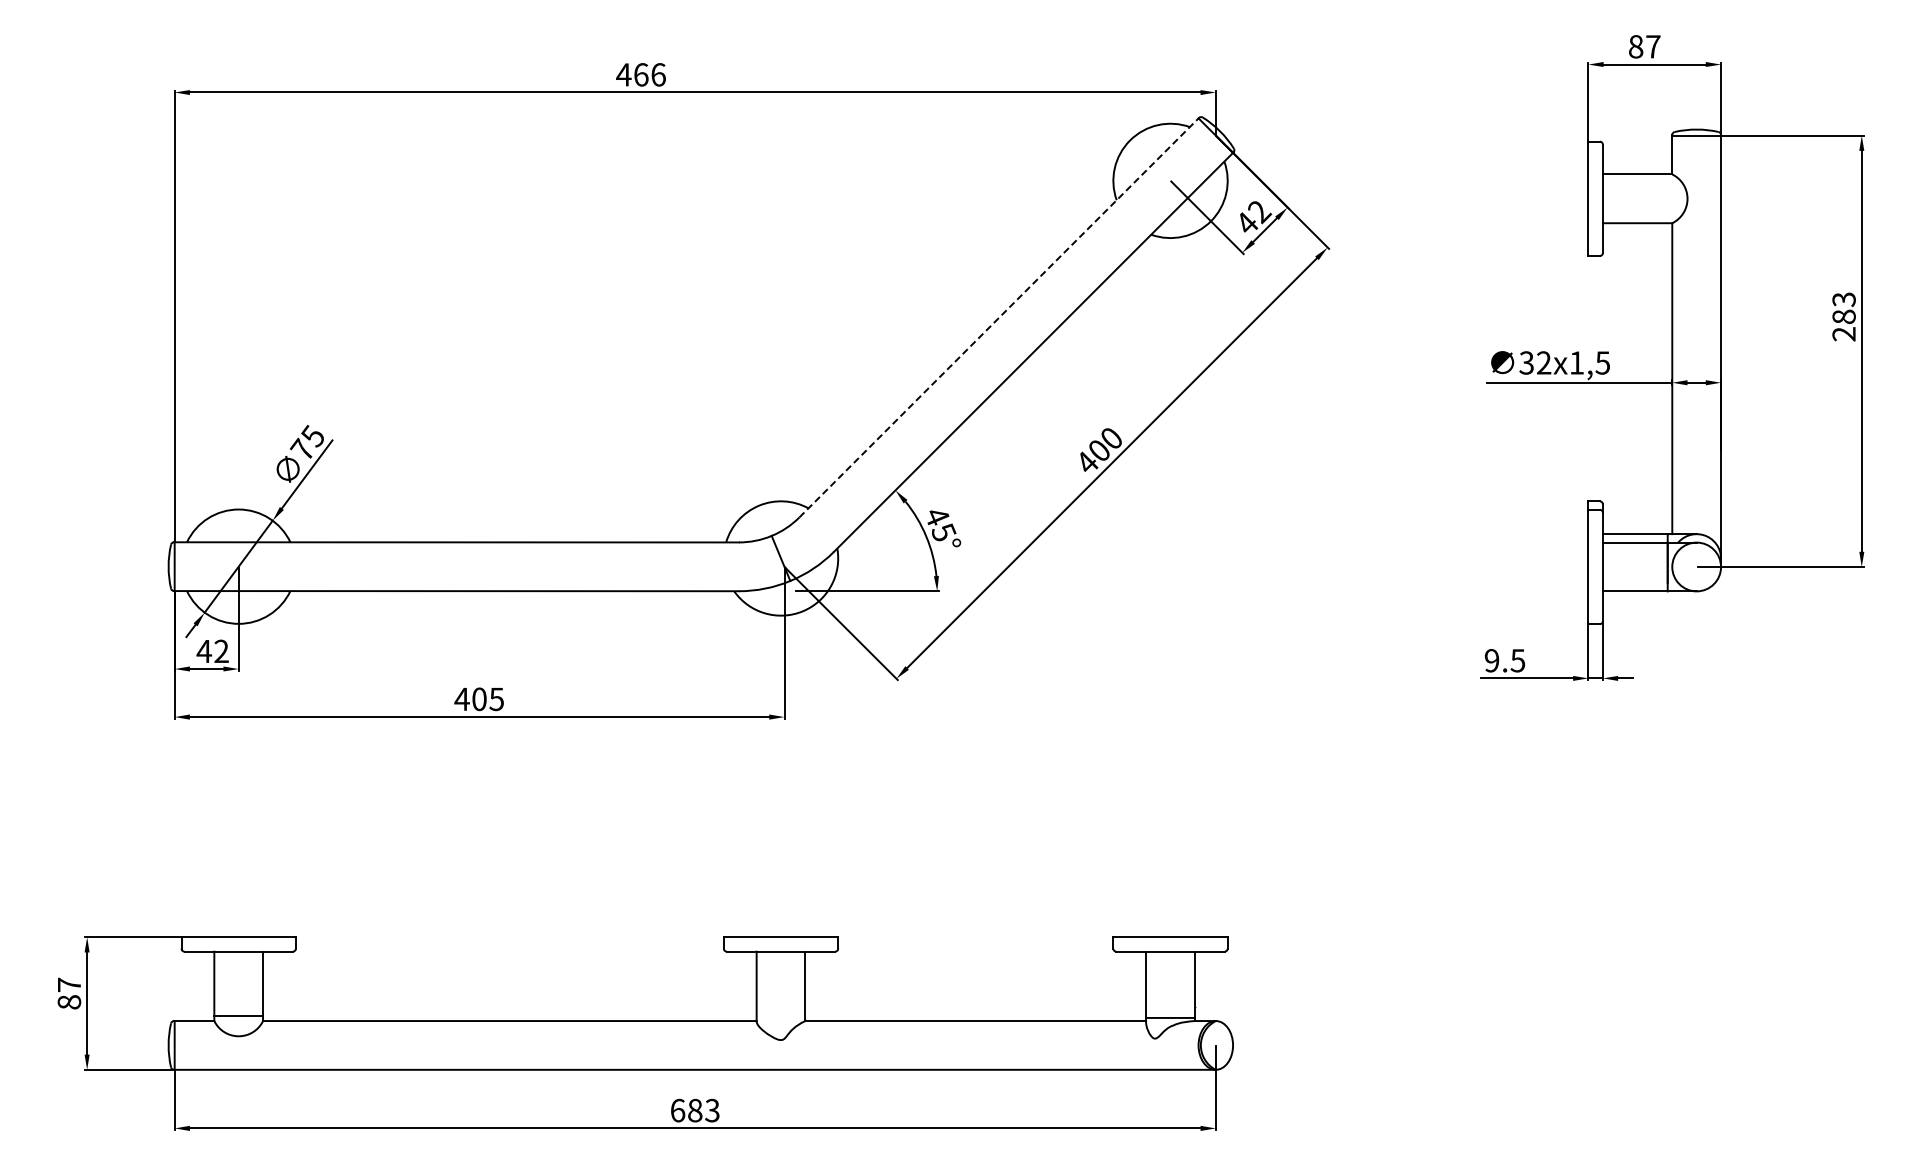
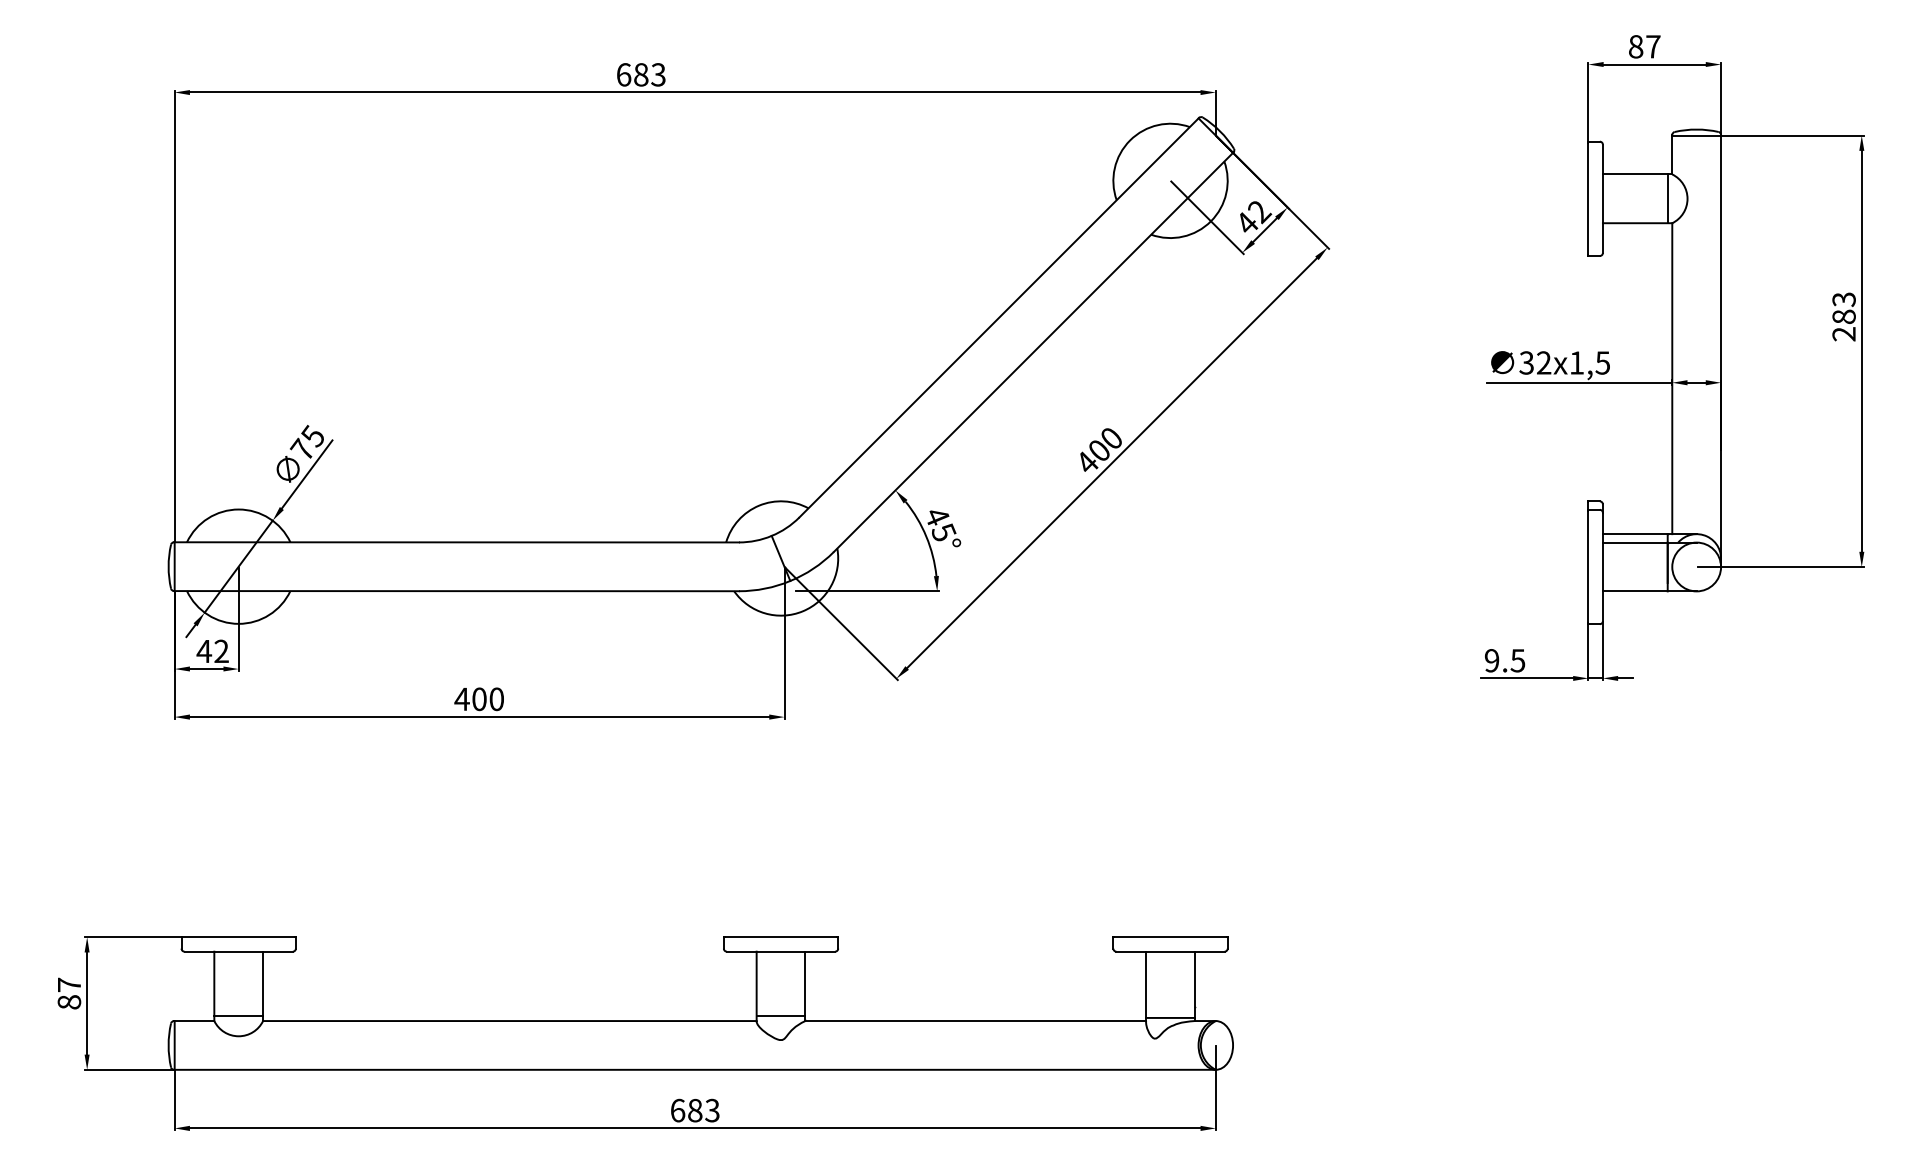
text at (640, 74): 466 -> 683
line at (1667, 198): none -> present
line at (999, 317): dashed -> solid
text at (496, 699): 405 -> 400
line at (780, 1016): none -> present
